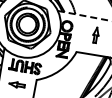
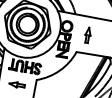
line at (85, 16): dashed -> solid
part at (95, 35) position: (95, 35) -> (87, 35)
